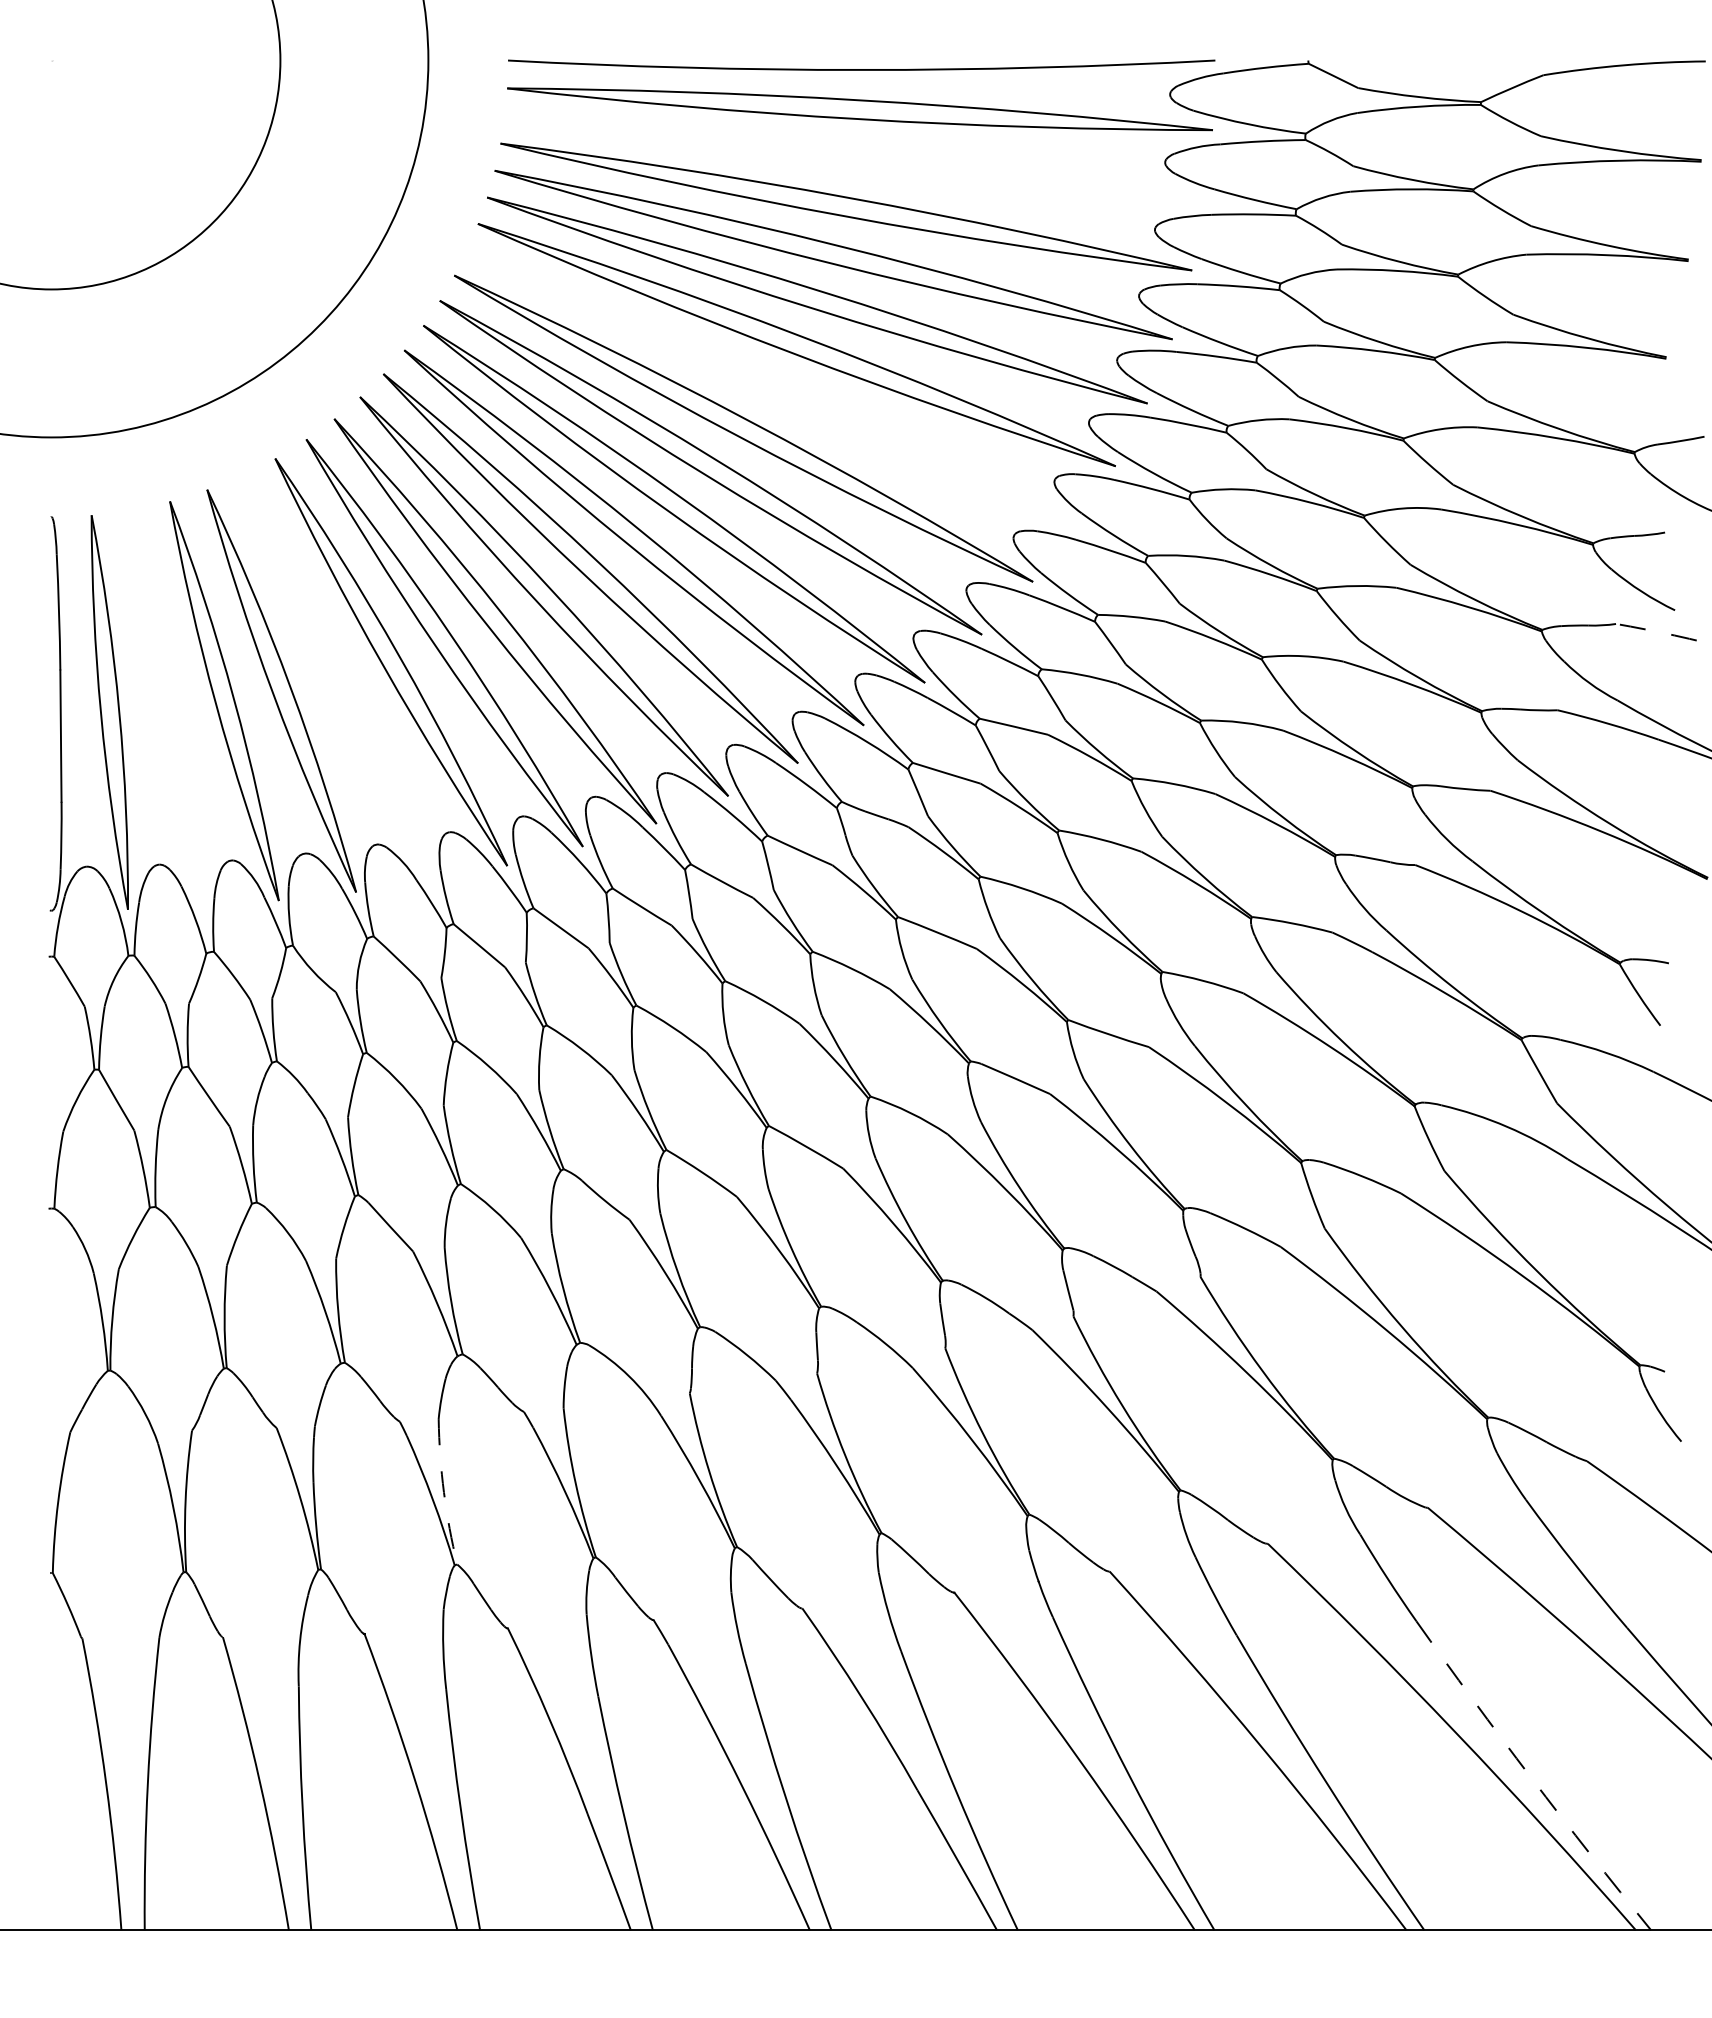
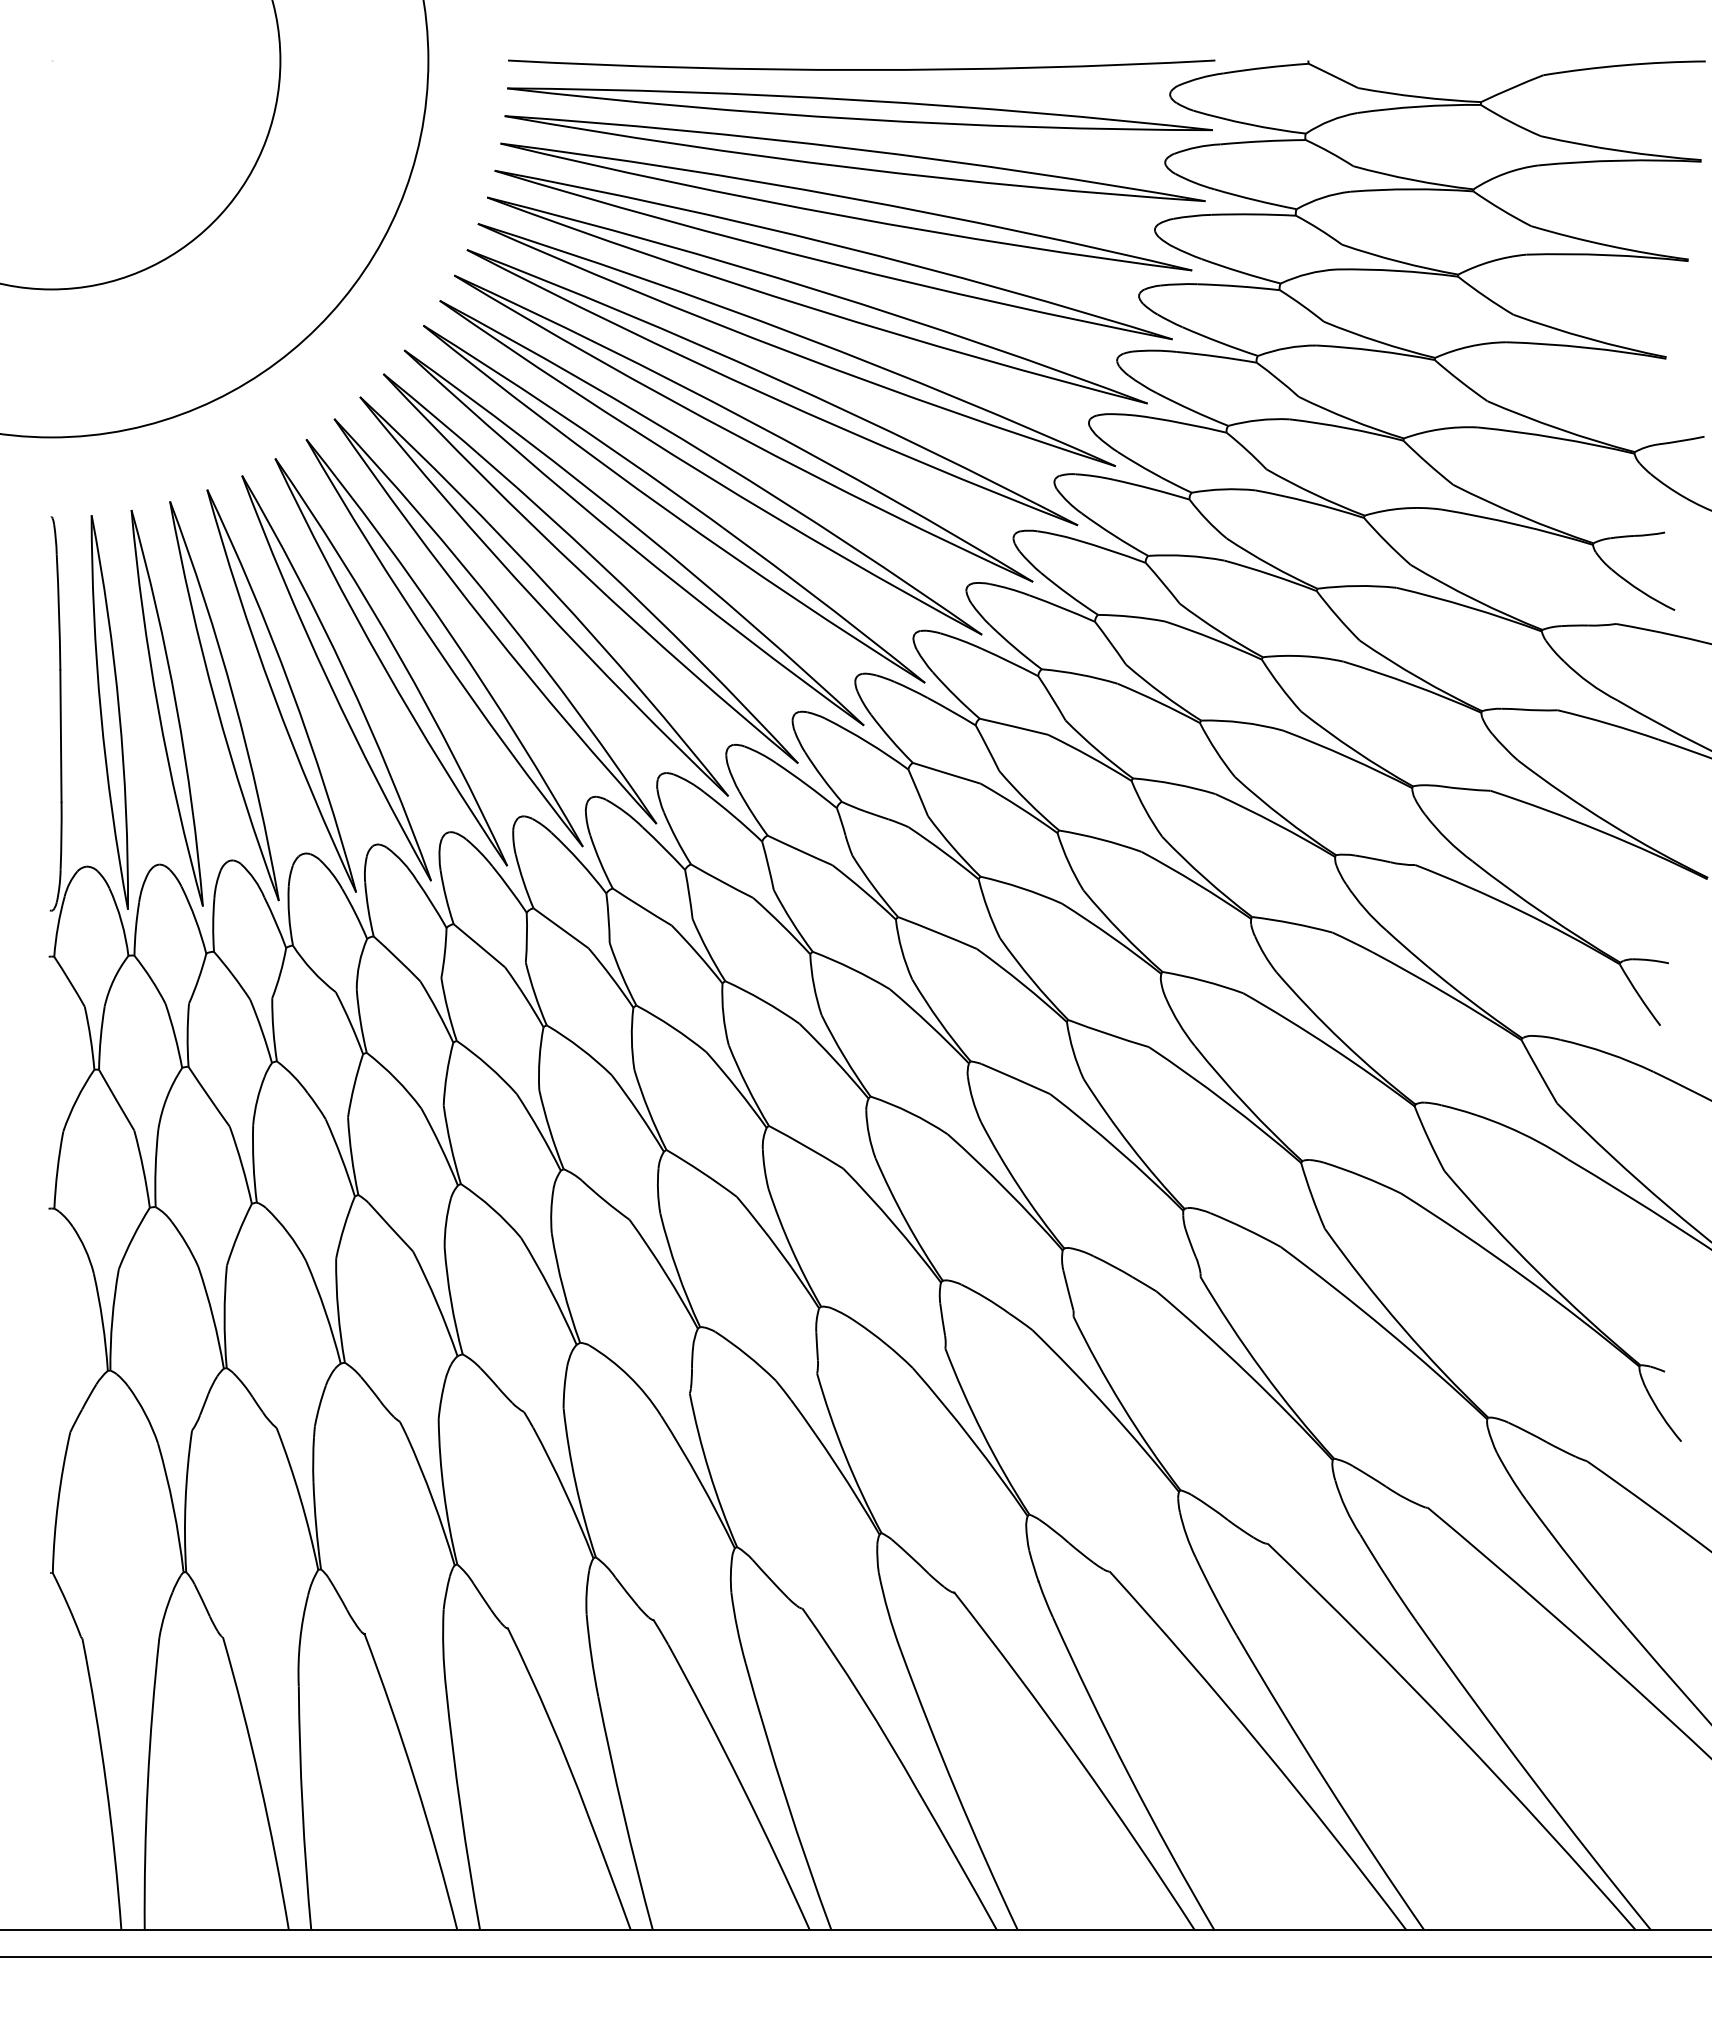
part at (854, 158): none -> present
part at (772, 387): none -> present
arc at (1664, 633): dashed -> solid
part at (336, 678): none -> present
part at (166, 707): none -> present
arc at (443, 1492): dashed -> solid
arc at (1531, 1777): dashed -> solid
line at (855, 1957): none -> present
